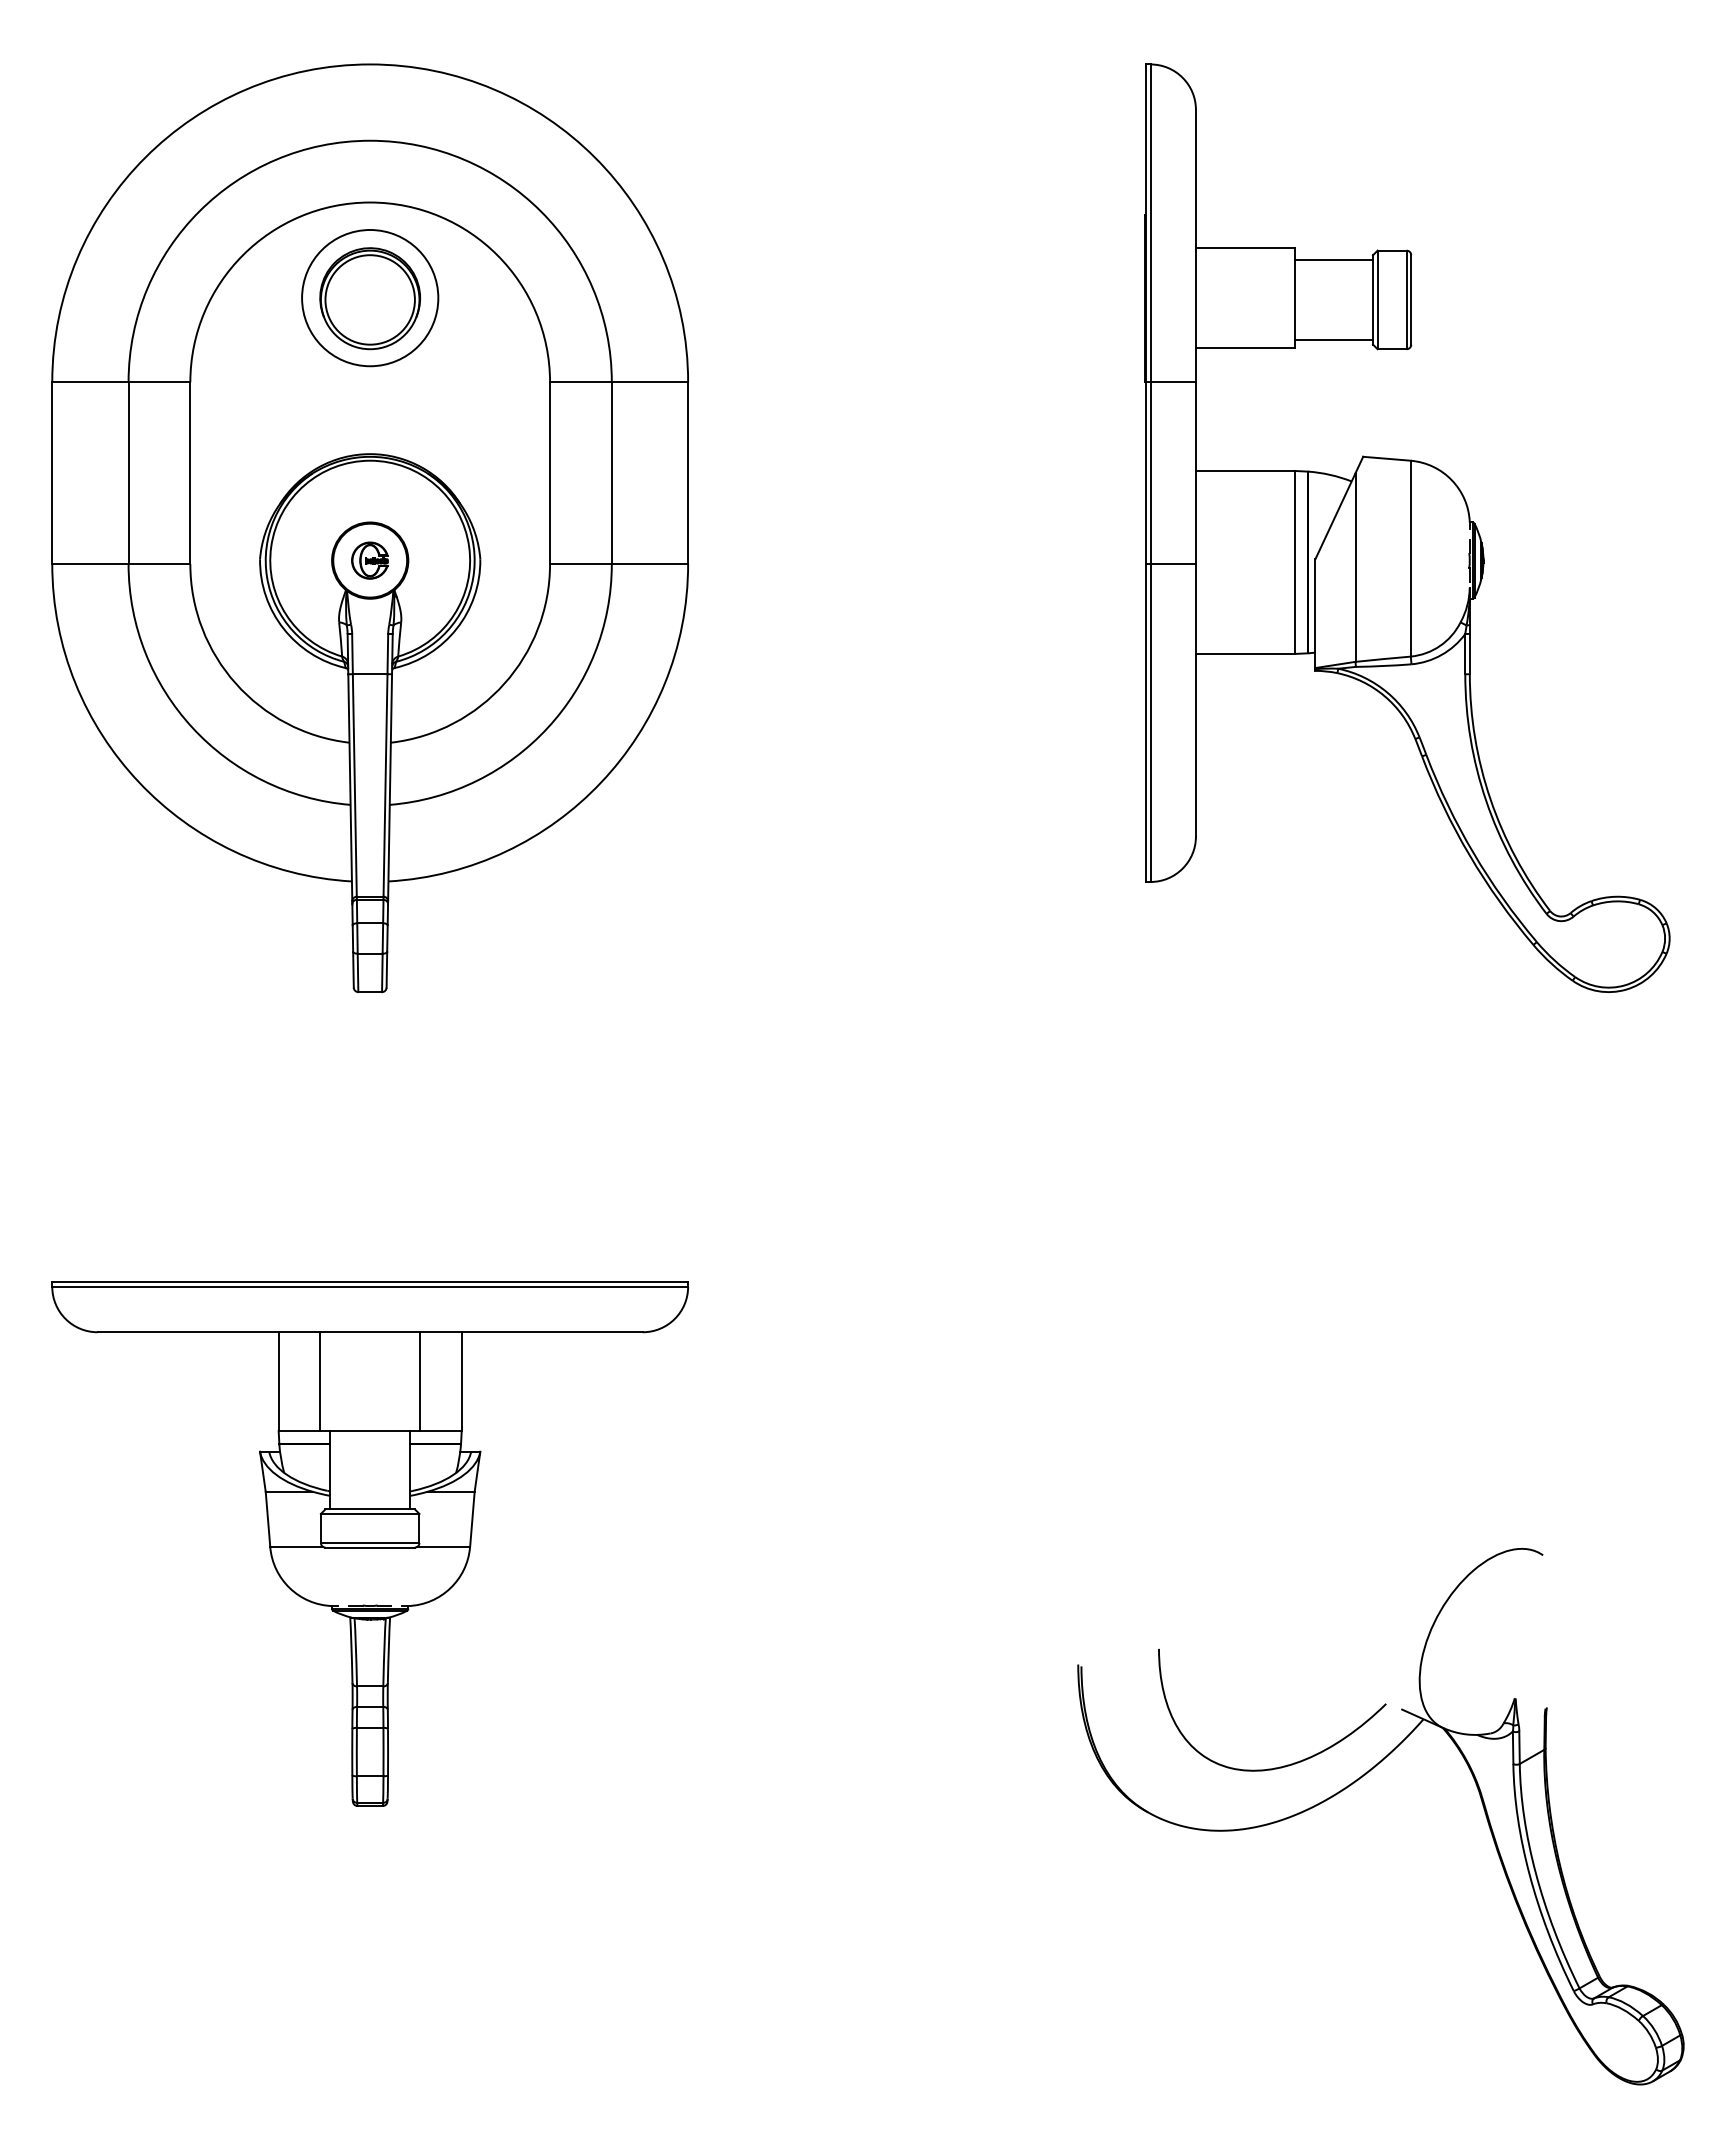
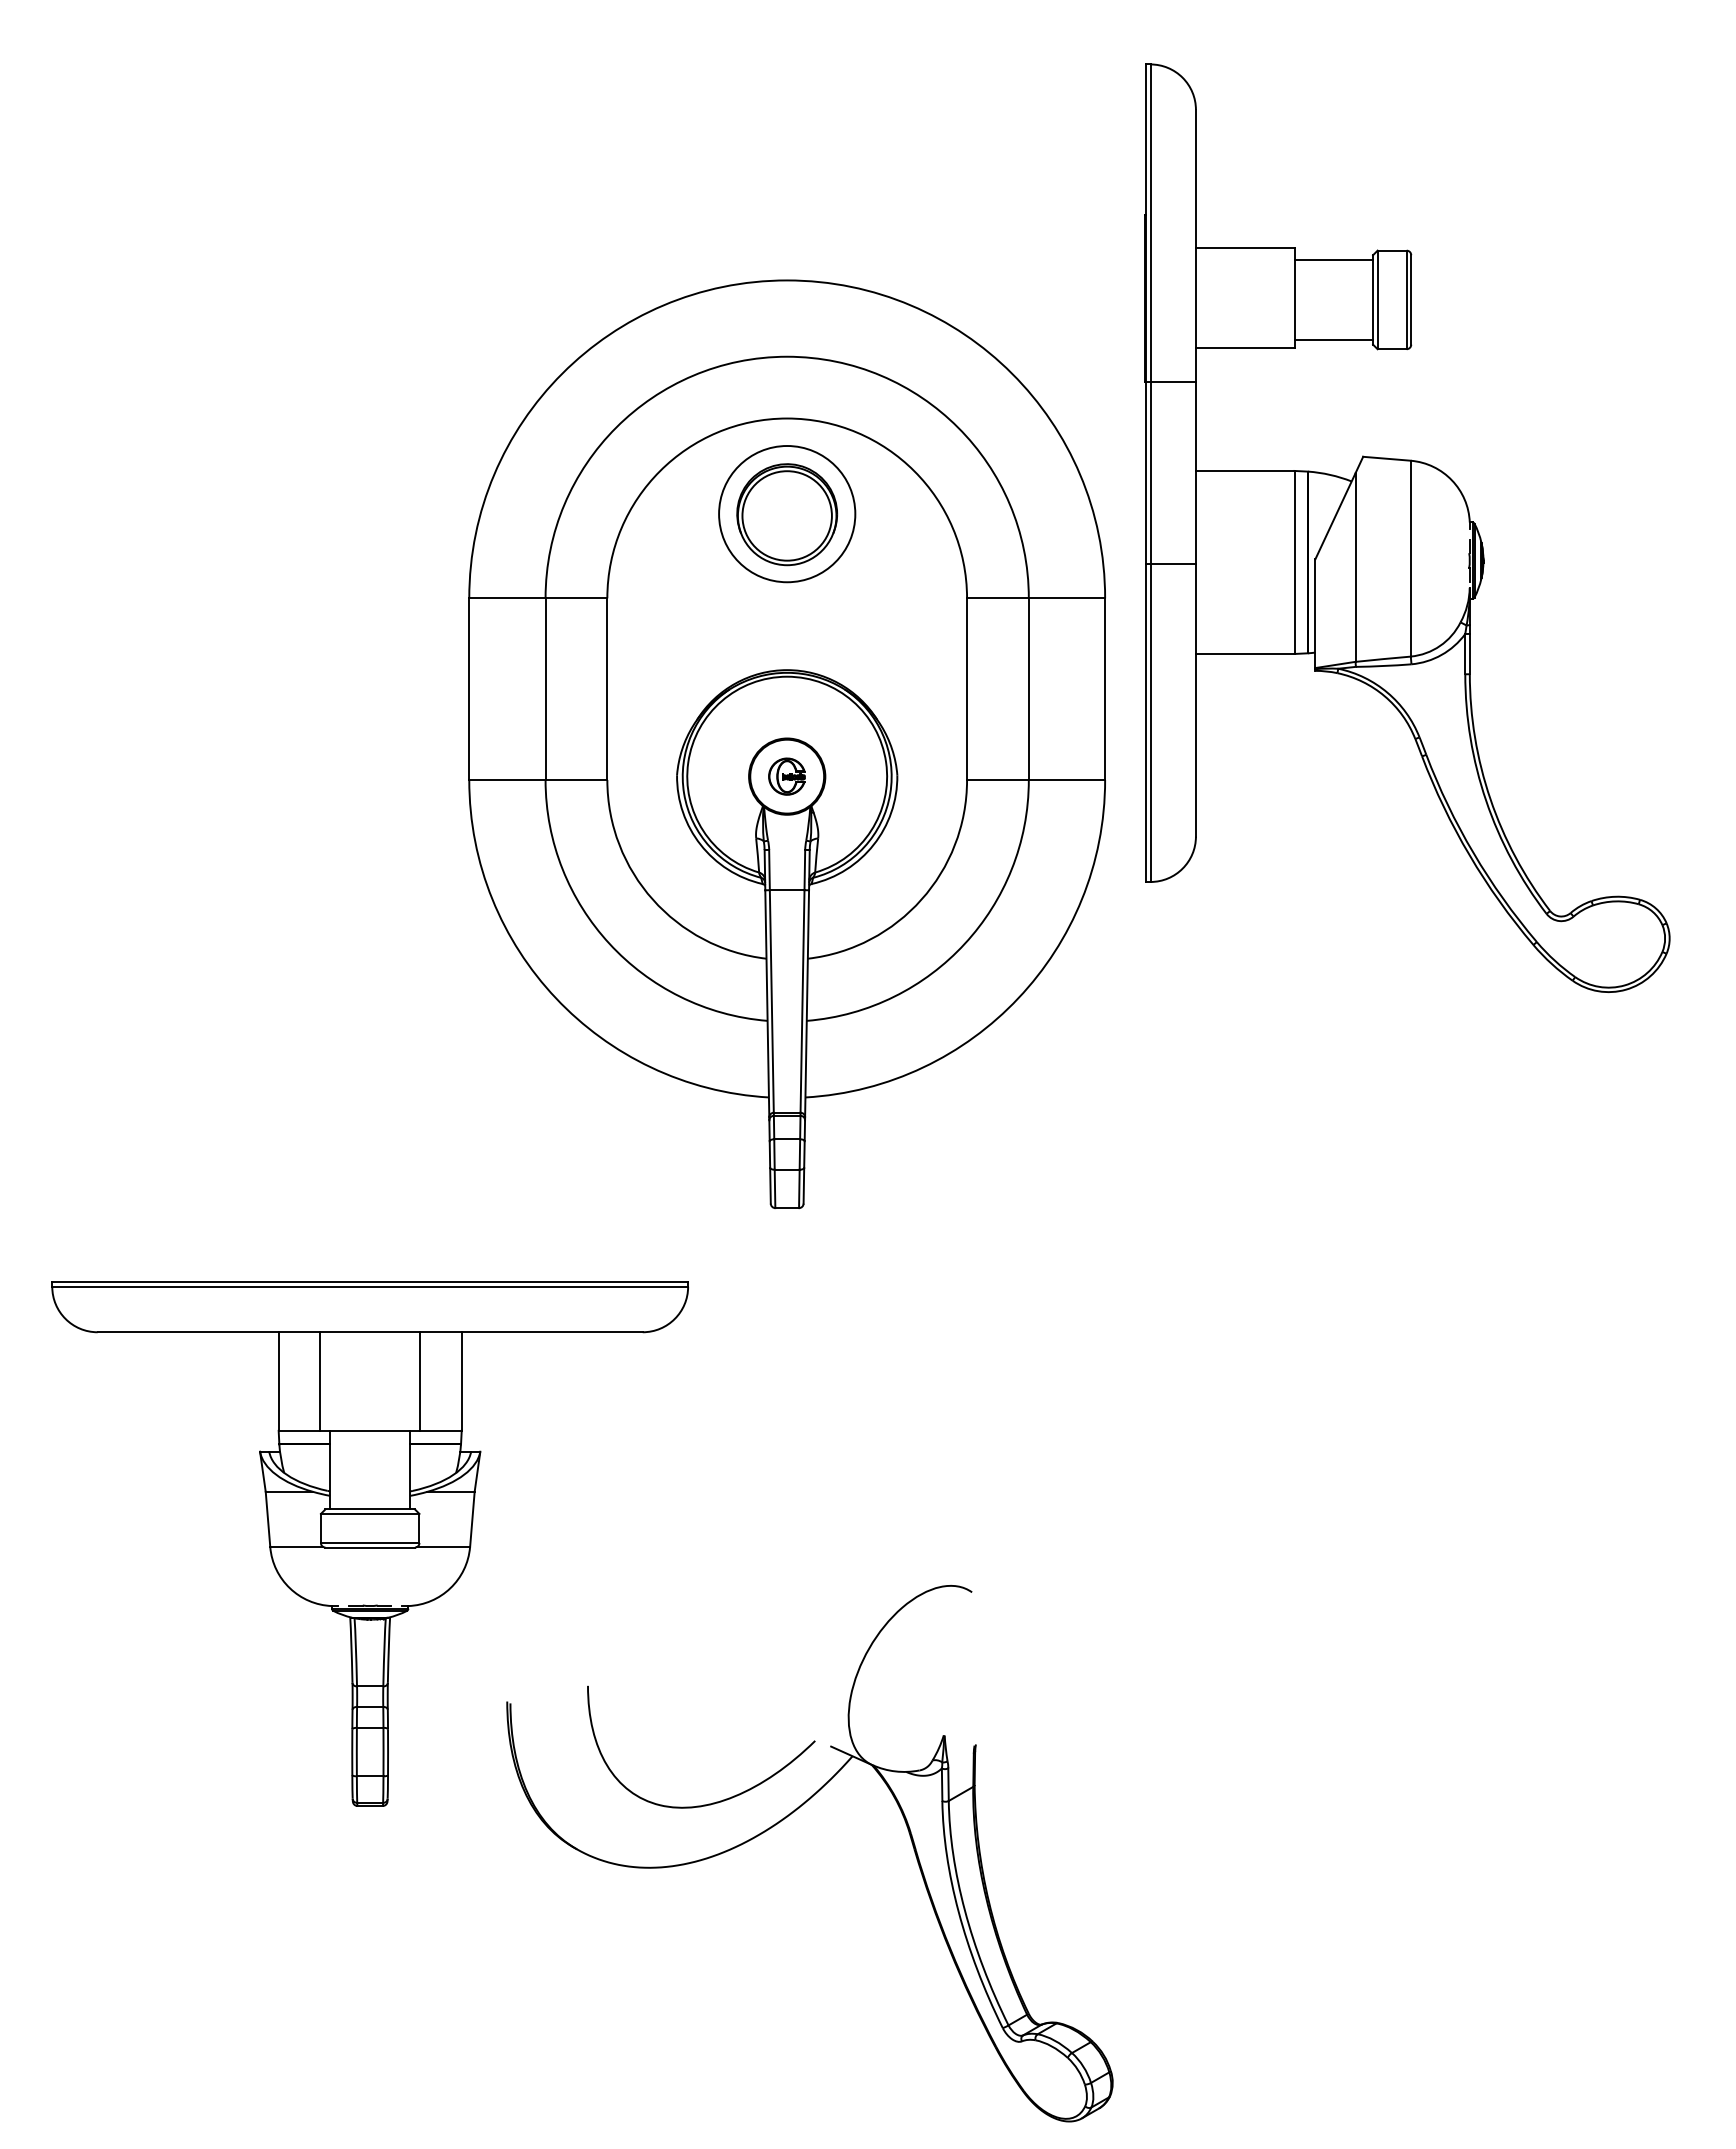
part at (369, 528) position: (369, 528) -> (786, 744)
part at (1357, 1781) position: (1357, 1781) -> (786, 1818)
